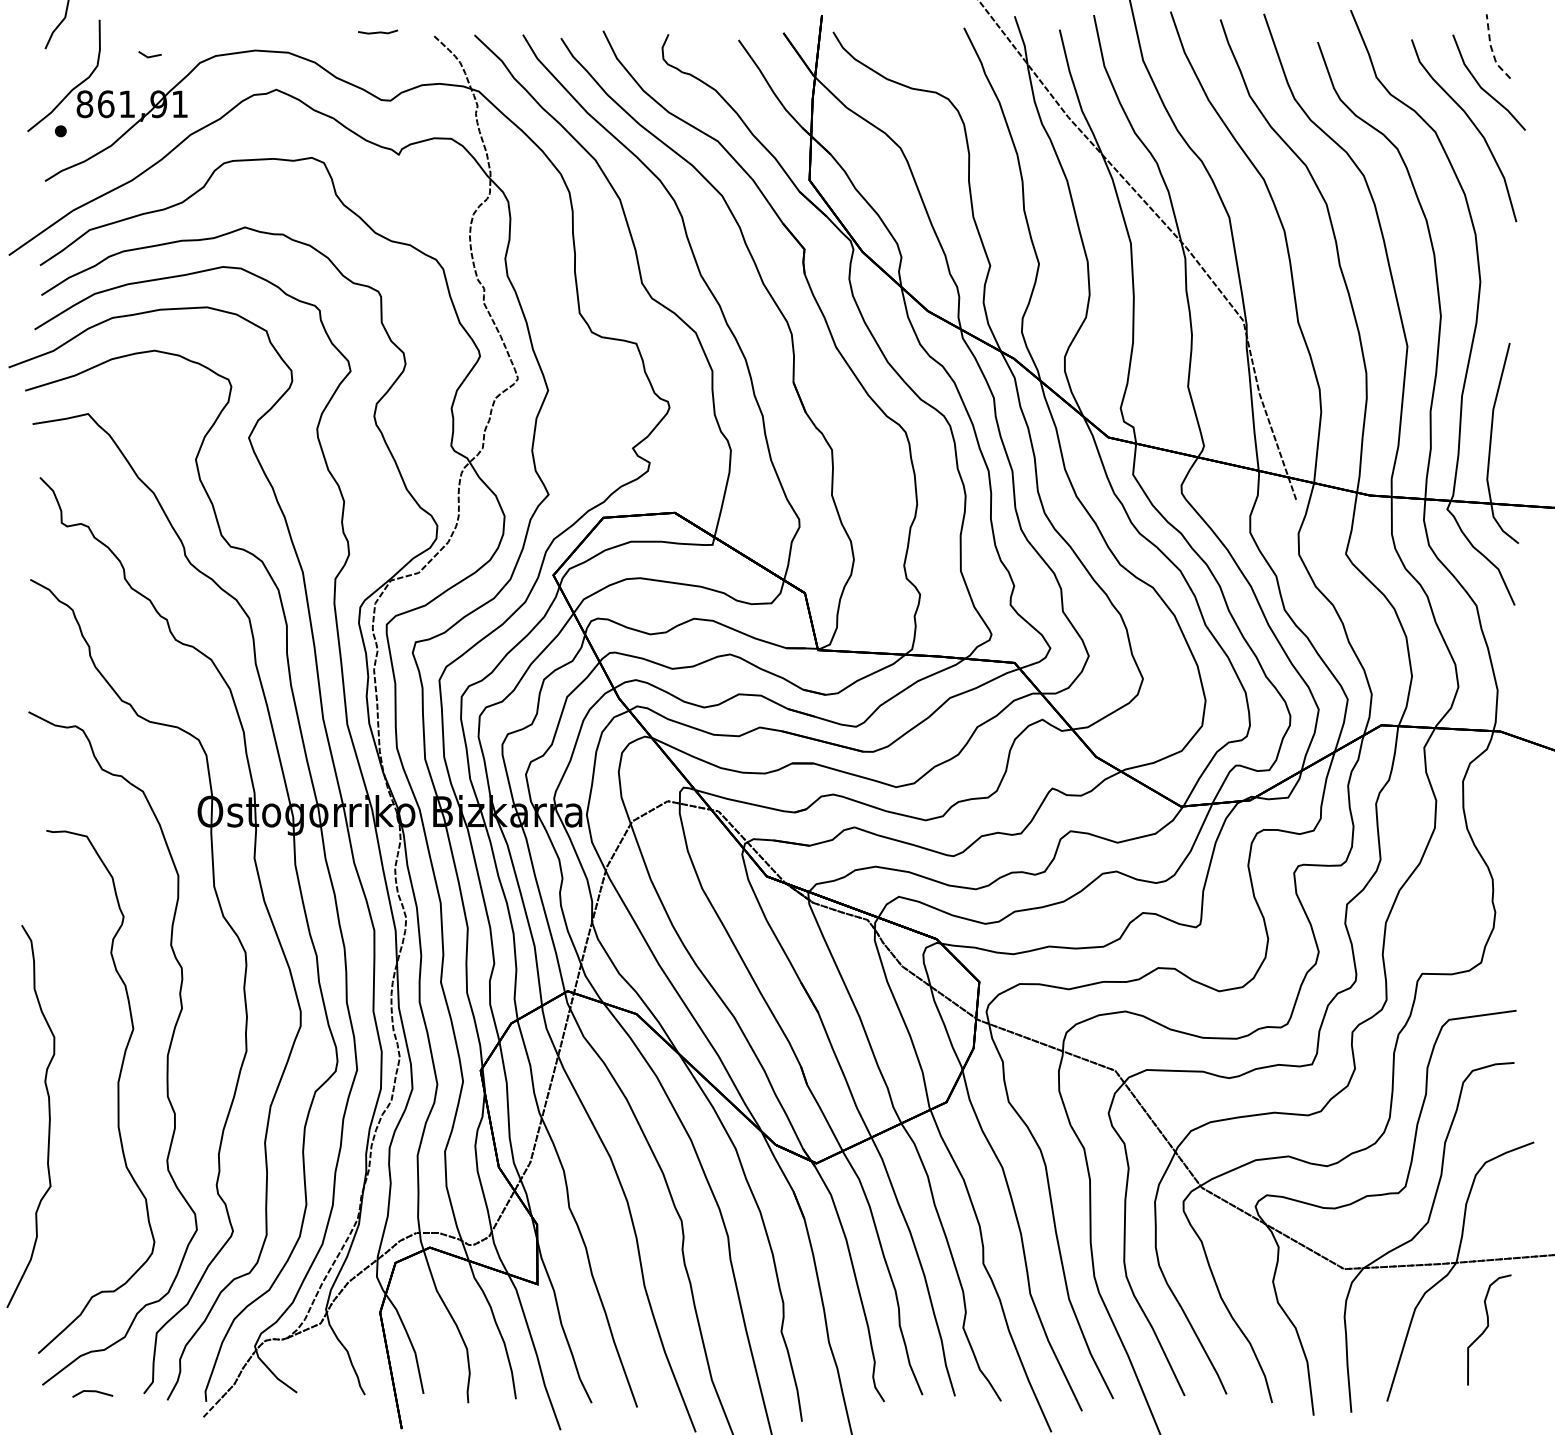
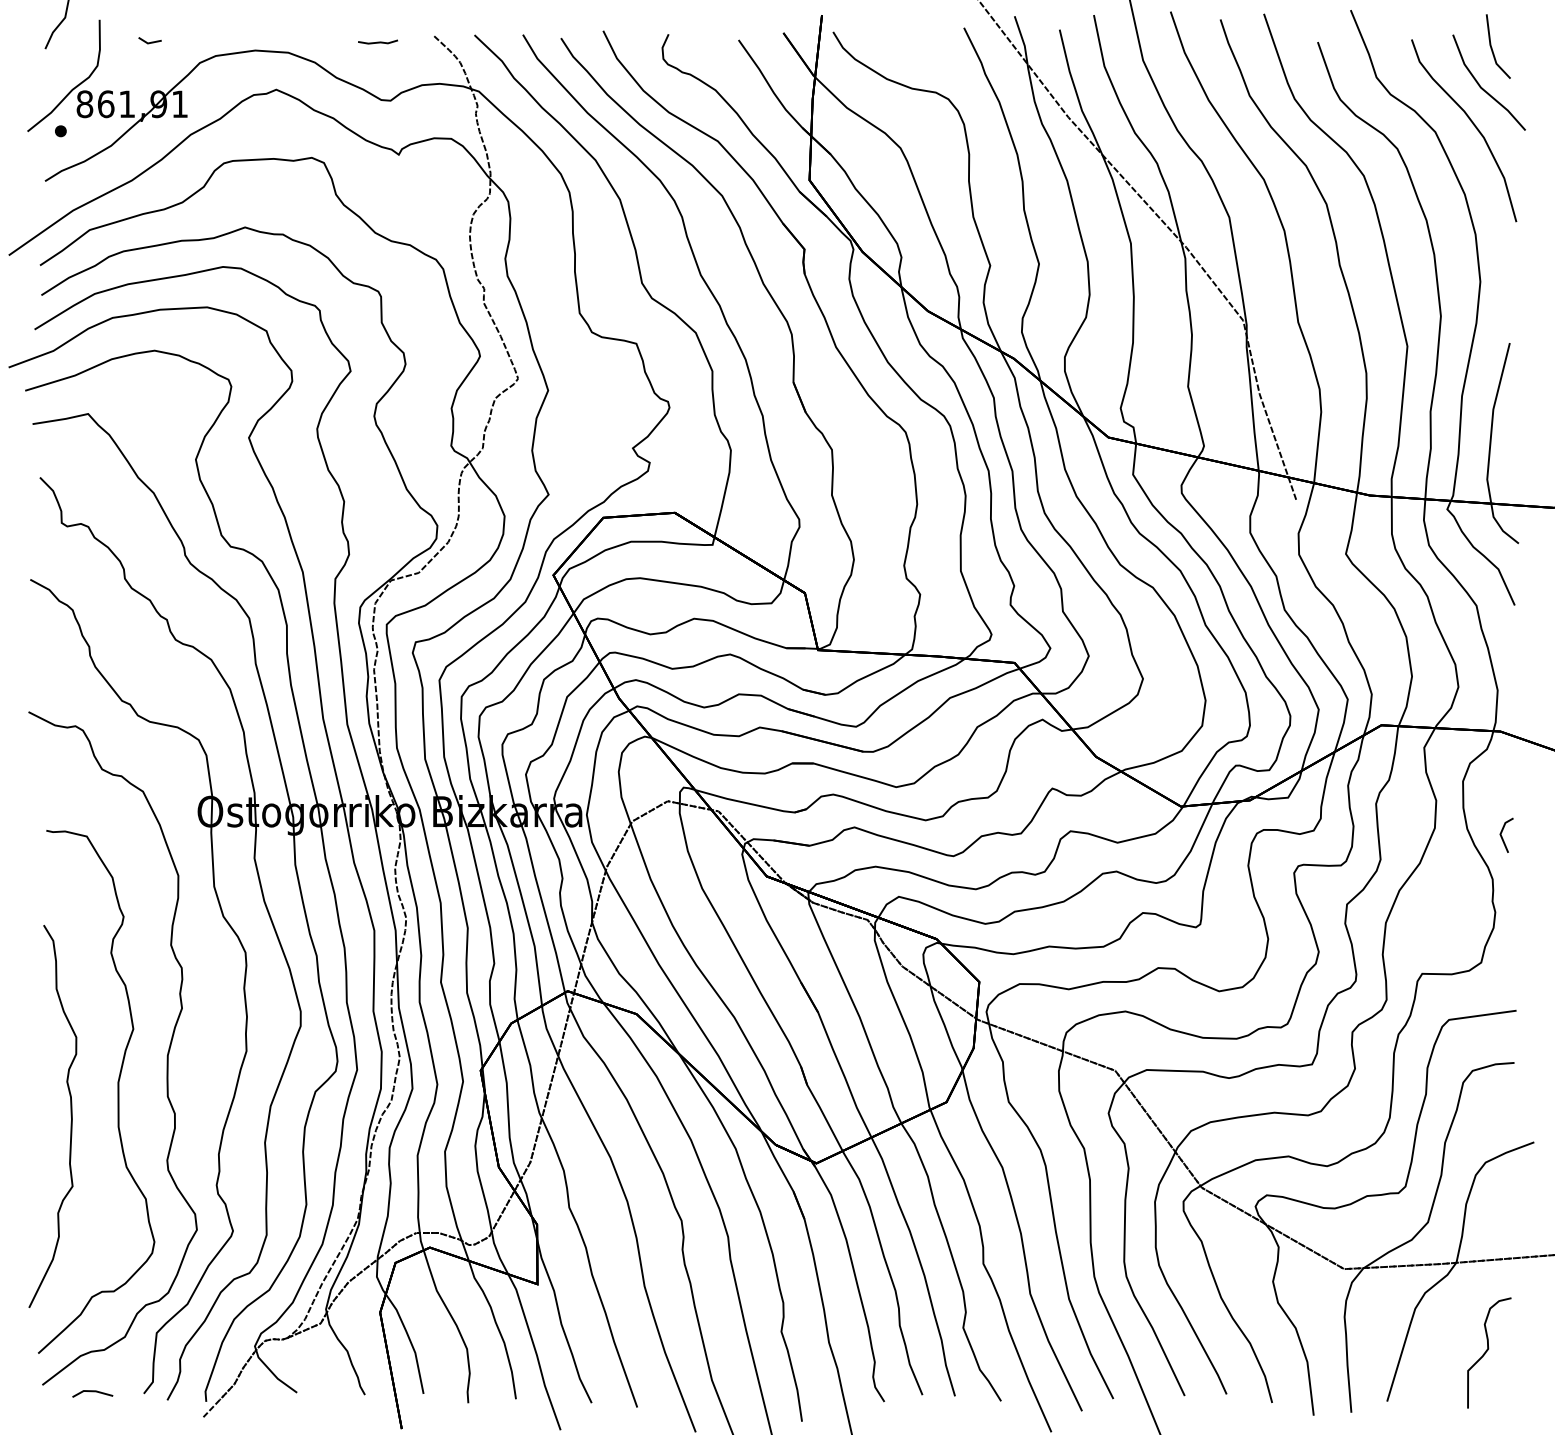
line at (377, 31) position: (377, 31) -> (377, 41)
line at (1491, 49): dashed -> solid
line at (149, 56) position: (149, 56) -> (149, 42)
line at (1502, 832): none -> present
curve at (48, 1116) position: (48, 1116) -> (70, 1116)
curve at (1488, 1327) position: (1488, 1327) -> (1488, 1350)
